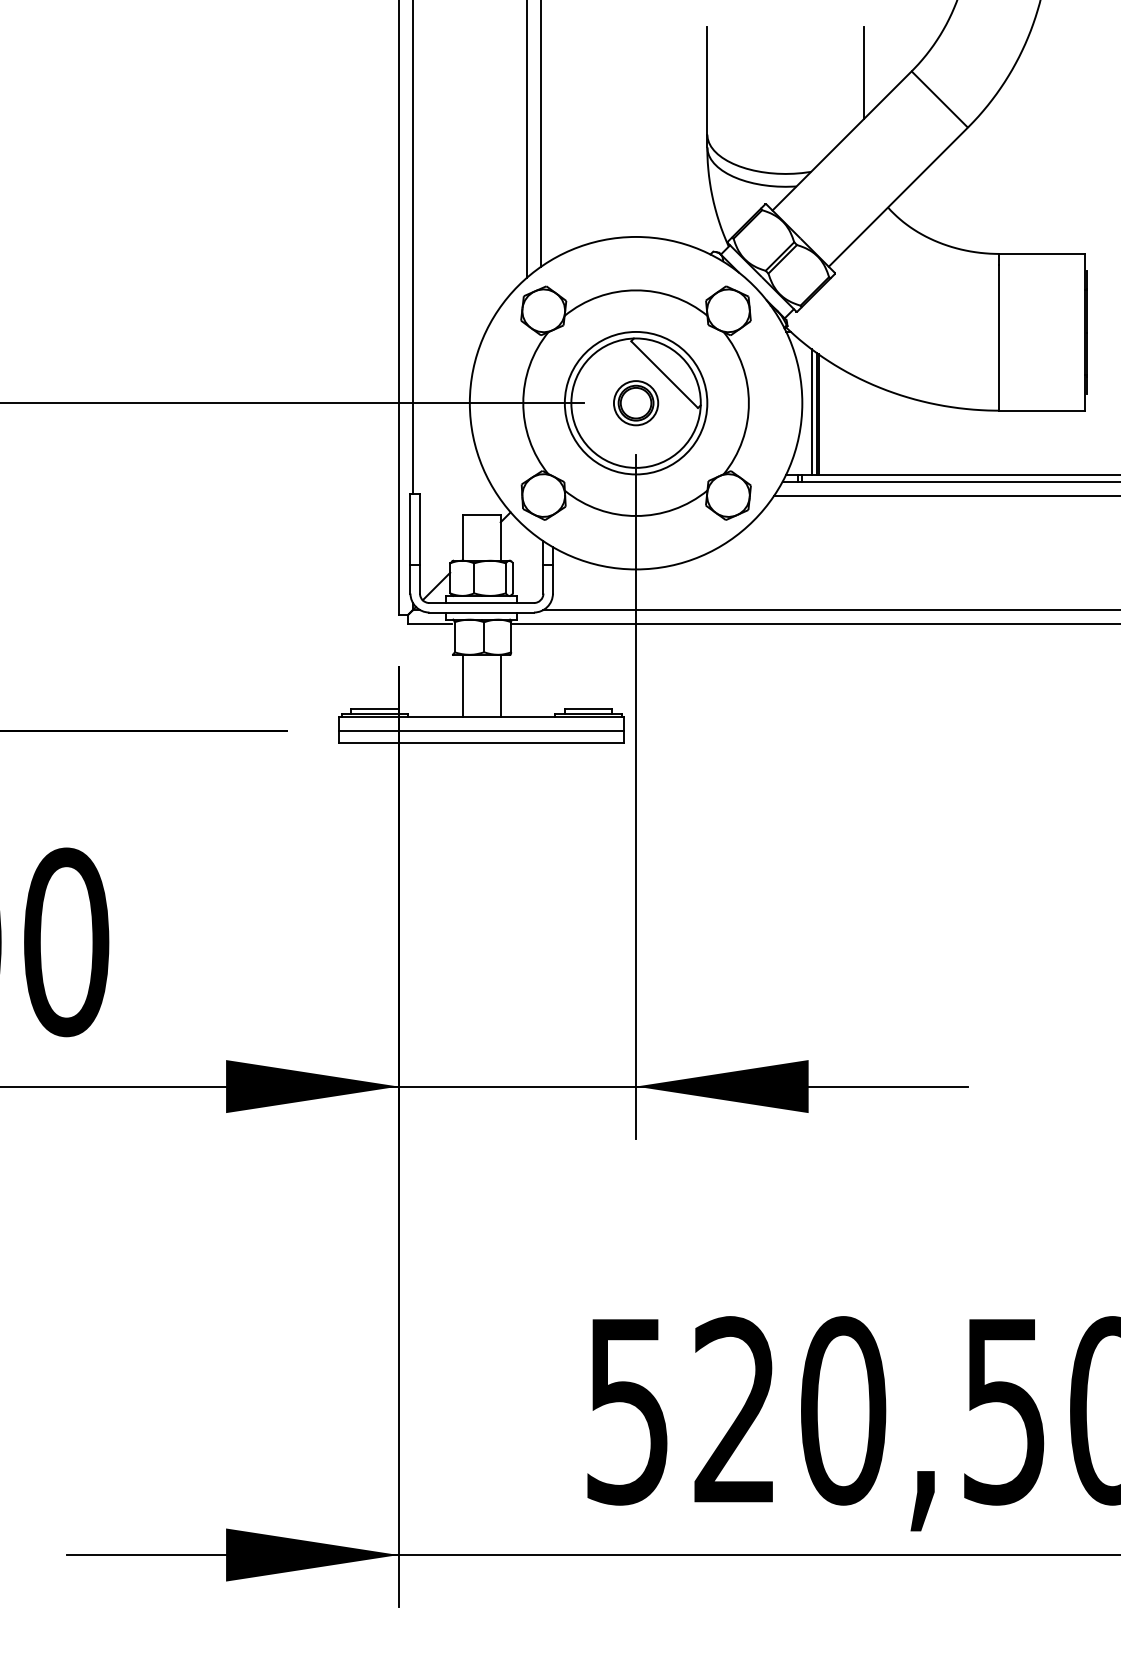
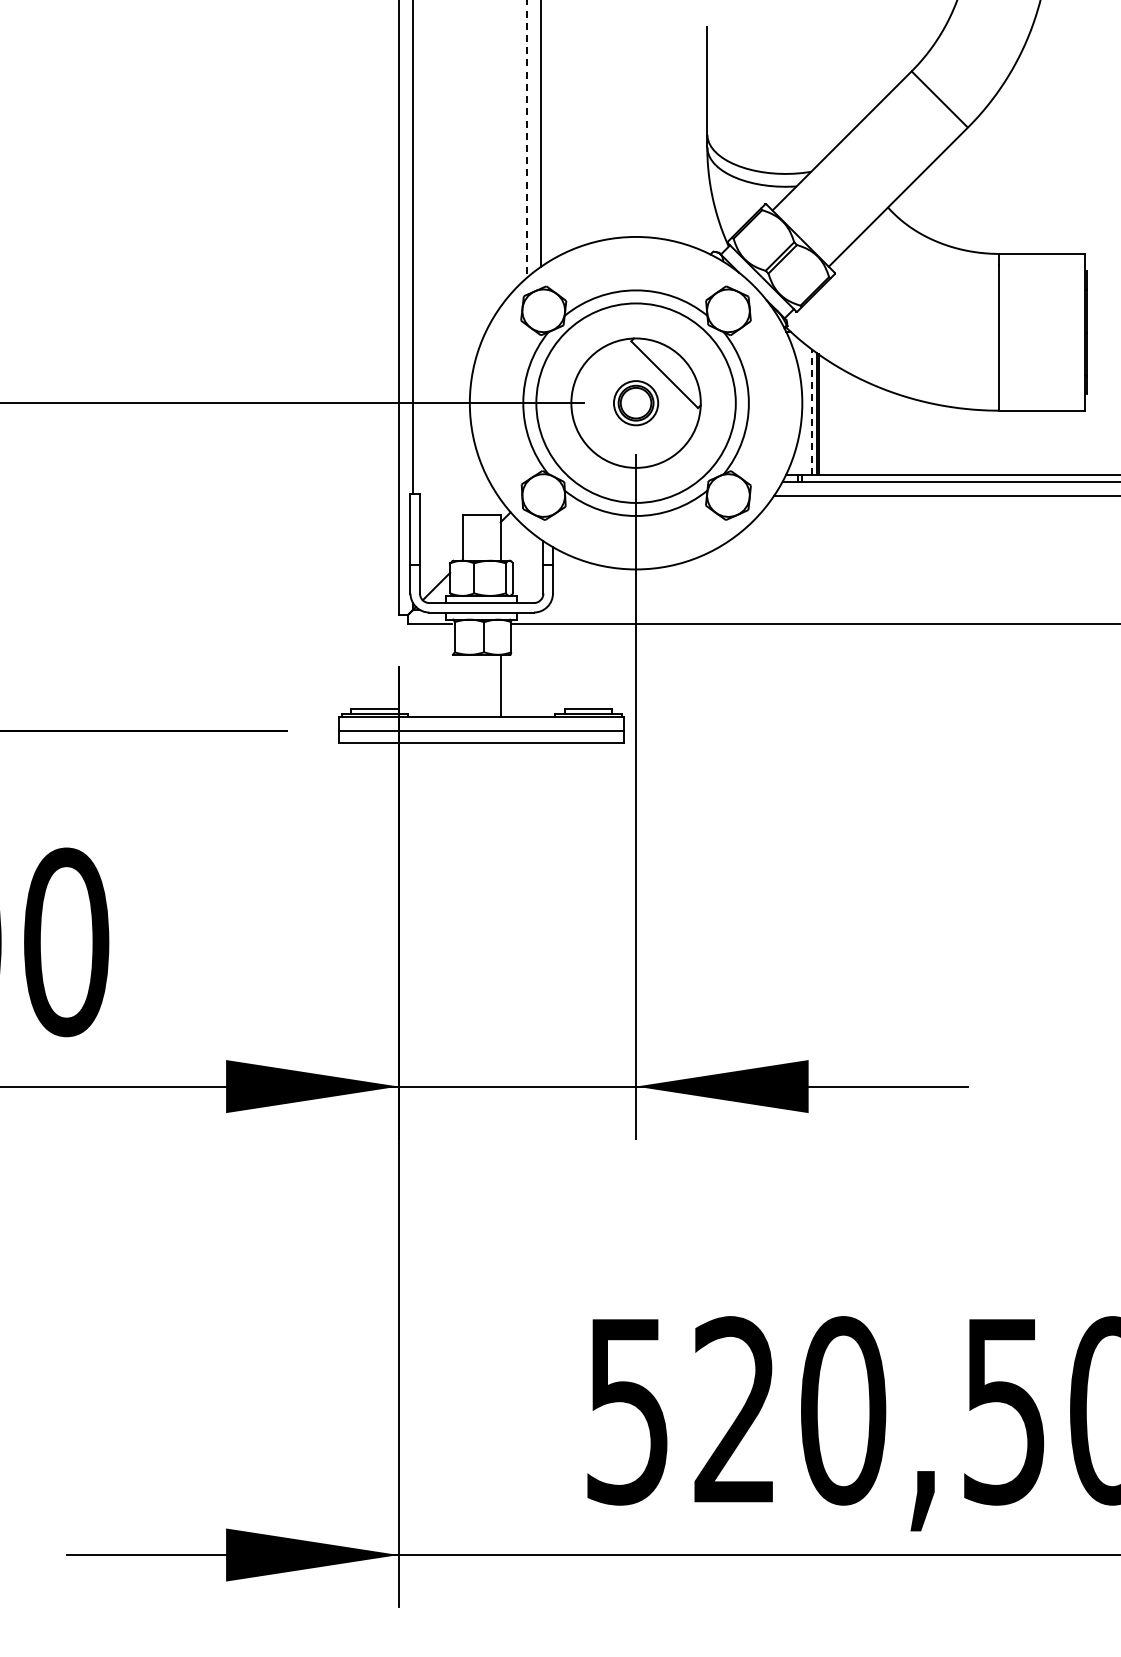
line at (864, 72): present -> none
line at (526, 138): solid -> dashed
circle at (635, 402) diameter: 142 px -> 199 px
line at (811, 411): solid -> dashed
line at (830, 610): present -> none
line at (462, 685): present -> none
